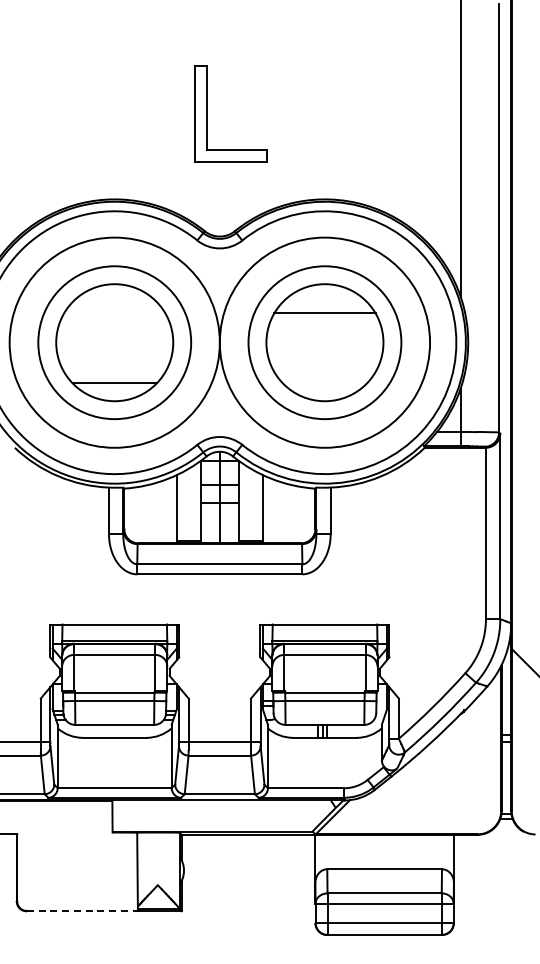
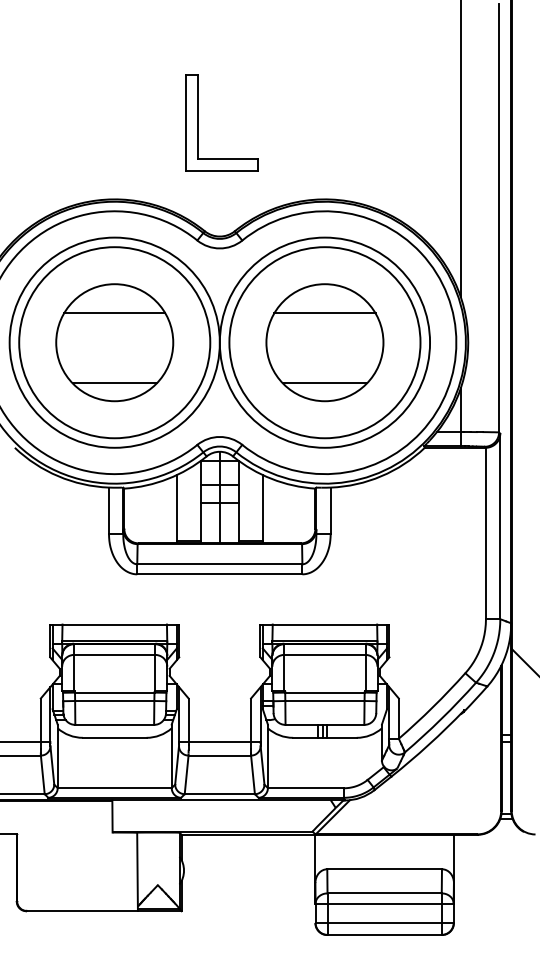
part at (207, 113) position: (207, 113) -> (198, 122)
line at (114, 313): none -> present
circle at (114, 342) diameter: 153 px -> 191 px
circle at (324, 342) diameter: 153 px -> 191 px
line at (324, 383): none -> present
line at (82, 910): dashed -> solid
